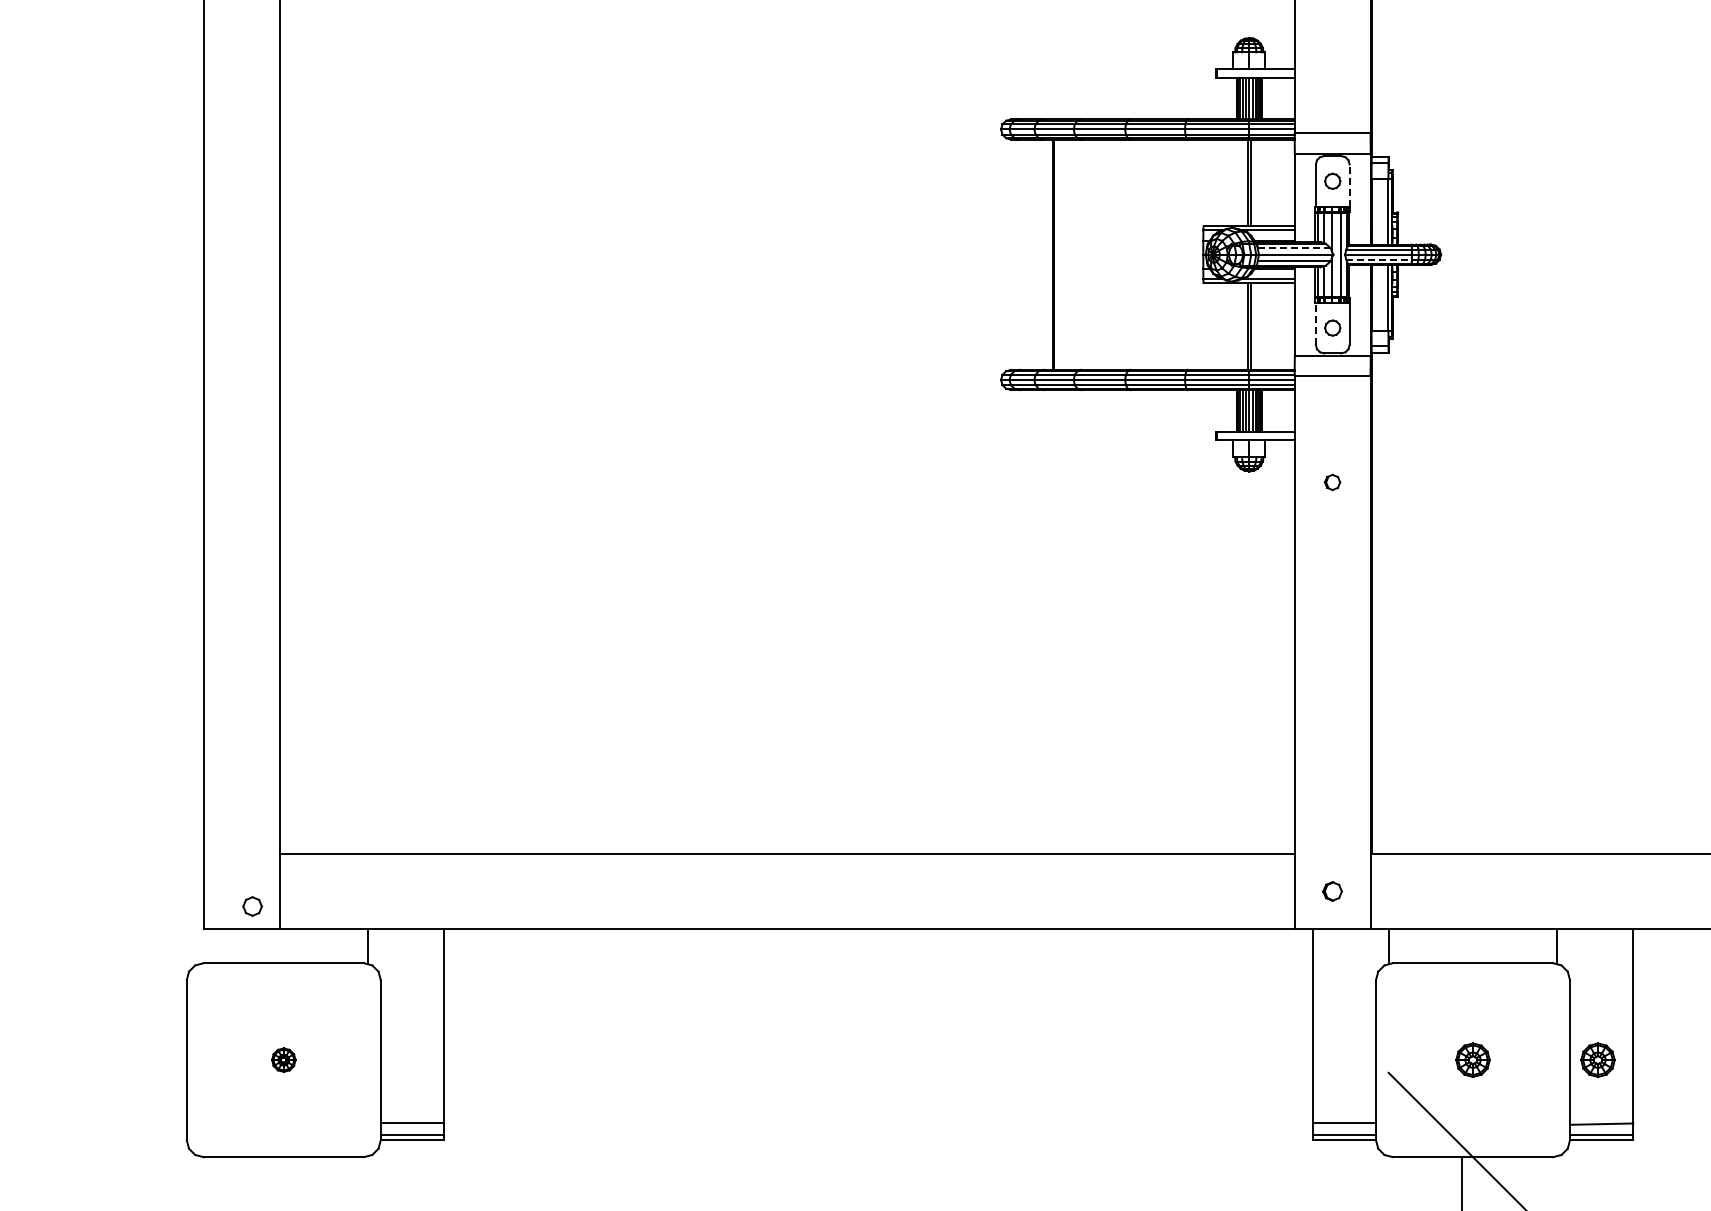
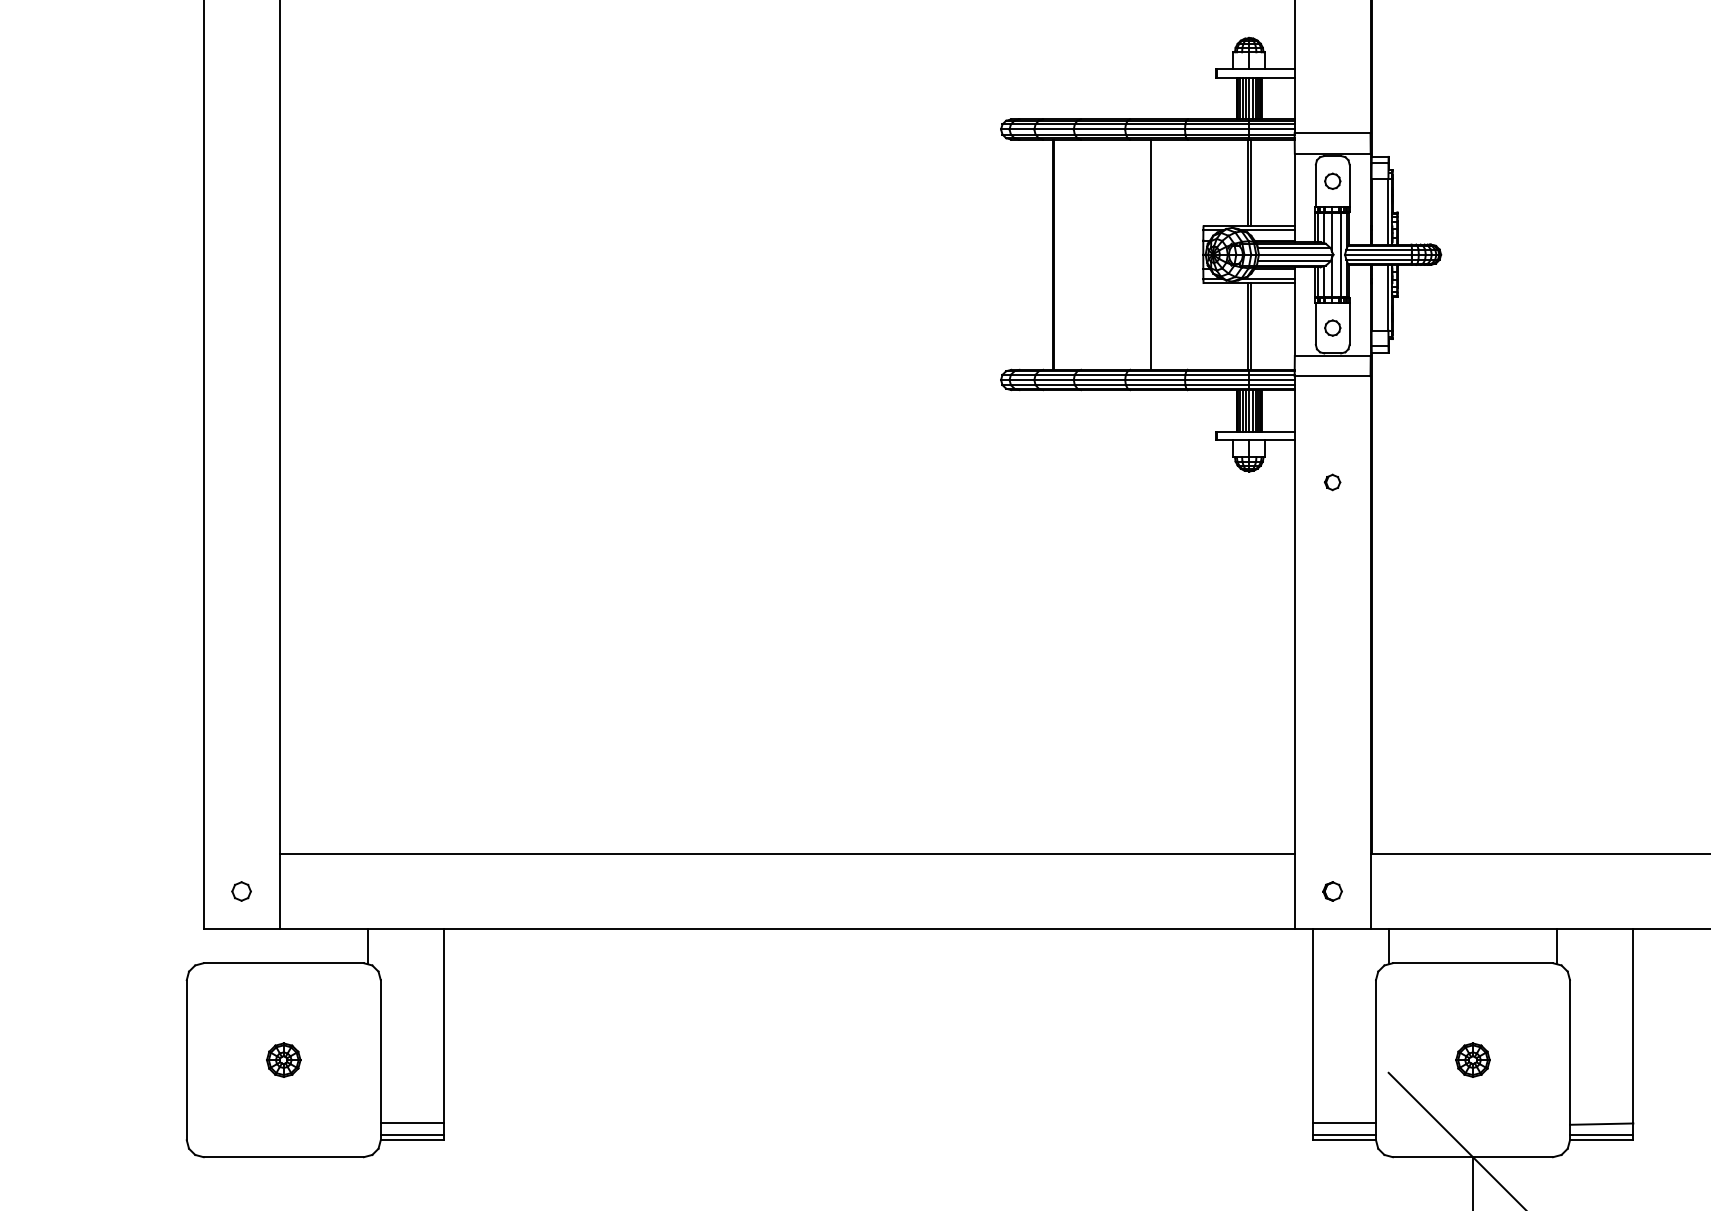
line at (1349, 185): dashed -> solid
line at (1294, 248): dashed -> solid
line at (1150, 254): none -> present
line at (1379, 259): dashed -> solid
line at (1315, 323): dashed -> solid
part at (252, 906) position: (252, 906) -> (241, 891)
part at (283, 1059) size: 26x26 px -> 36x36 px
part at (1597, 1059): present -> none
line at (1462, 1182) position: (1462, 1182) -> (1473, 1182)
